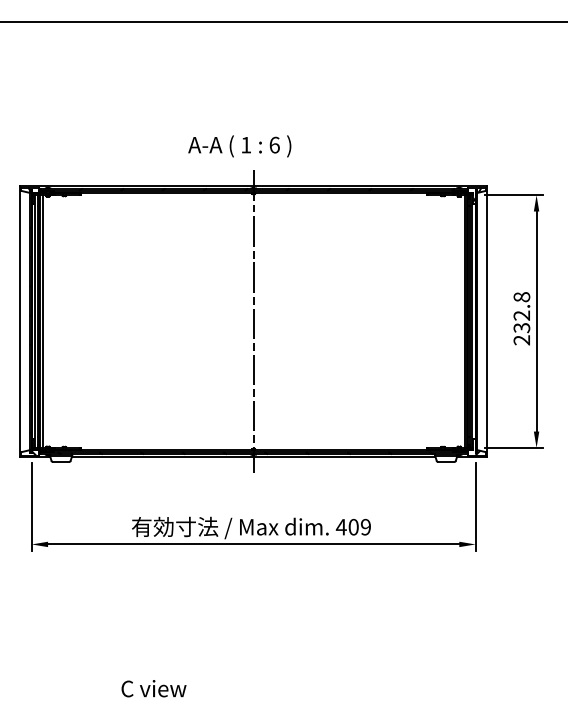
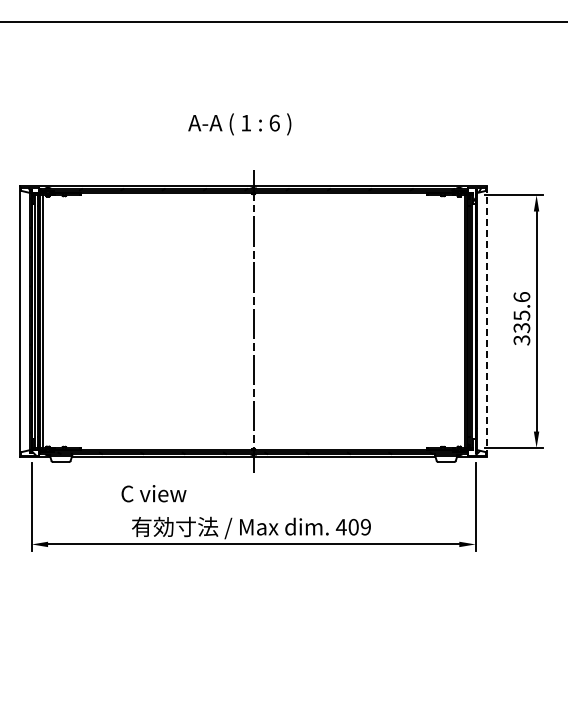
text at (239, 146) position: (239, 146) -> (239, 124)
text at (521, 318): 232.8 -> 335.6
line at (486, 322): solid -> dashed
text at (153, 688) position: (153, 688) -> (153, 493)
